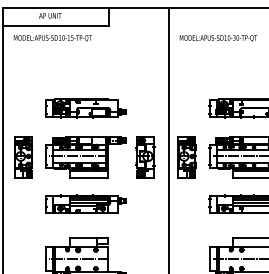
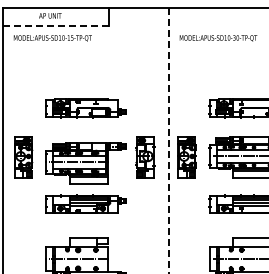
line at (56, 26): solid -> dashed
line at (168, 141): solid -> dashed
part at (85, 157) position: (85, 157) -> (85, 163)
